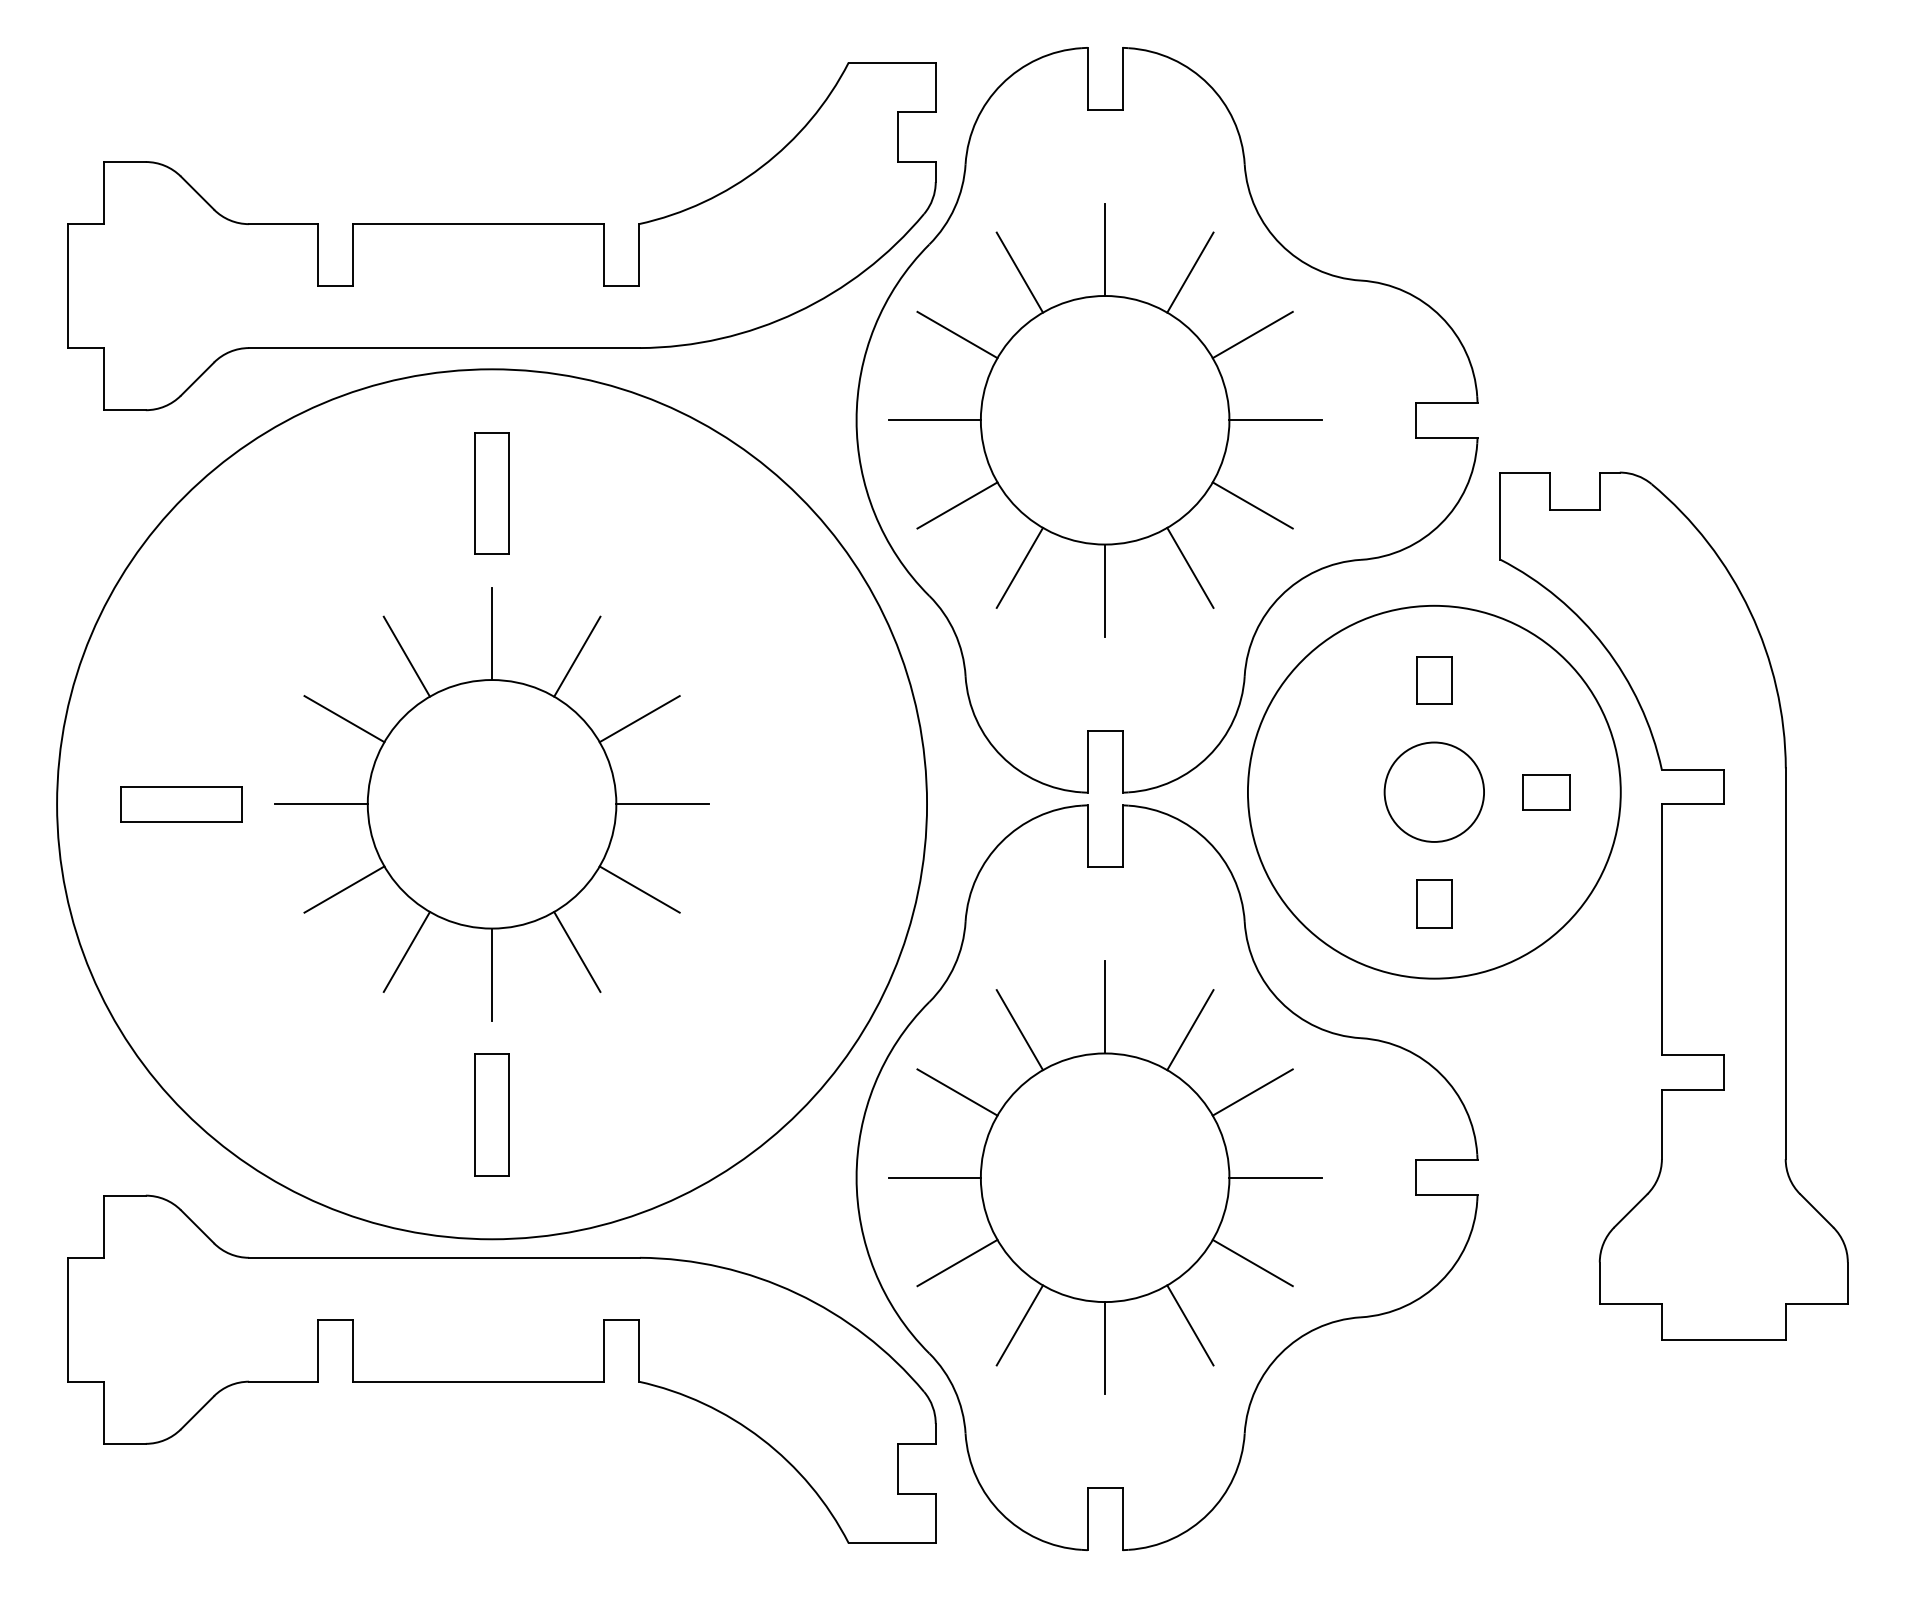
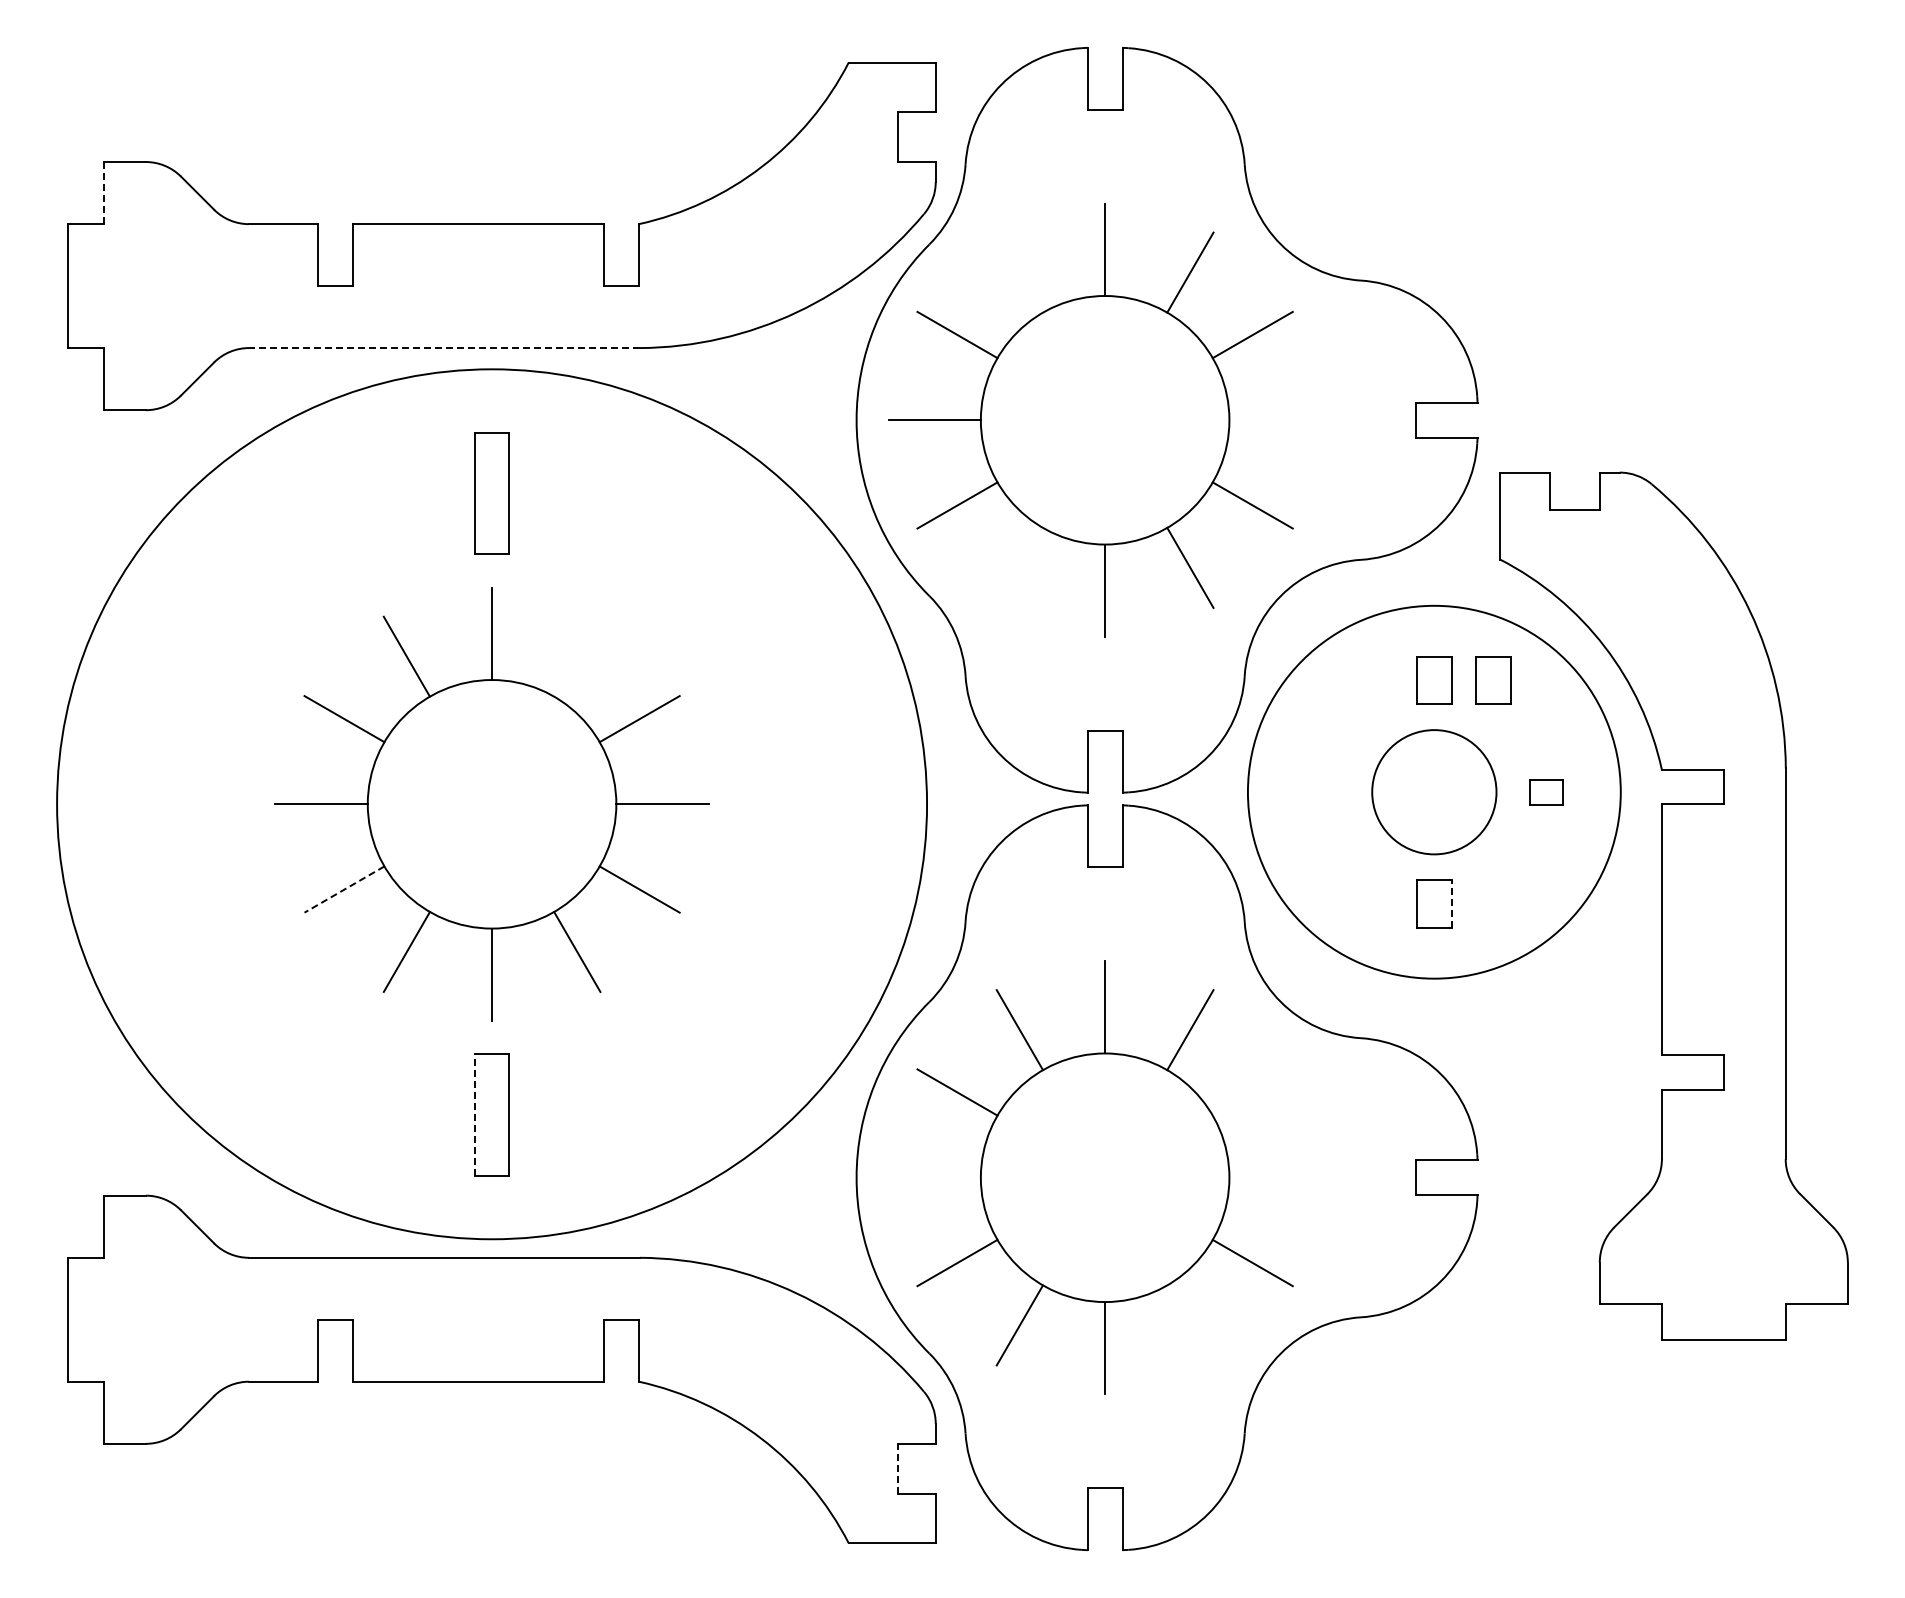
line at (104, 192): solid -> dashed
line at (1019, 272): present -> none
line at (444, 348): solid -> dashed
line at (1275, 420): present -> none
line at (1019, 567): present -> none
line at (577, 656): present -> none
part at (1493, 680): none -> present
circle at (1434, 791) diameter: 99 px -> 124 px
part at (1546, 792) size: 49x37 px -> 35x27 px
part at (181, 804): present -> none
line at (344, 889): solid -> dashed
line at (1451, 904): solid -> dashed
line at (1252, 1092): present -> none
line at (474, 1114): solid -> dashed
line at (934, 1177): present -> none
line at (1275, 1177): present -> none
line at (1190, 1325): present -> none
line at (898, 1468): solid -> dashed
